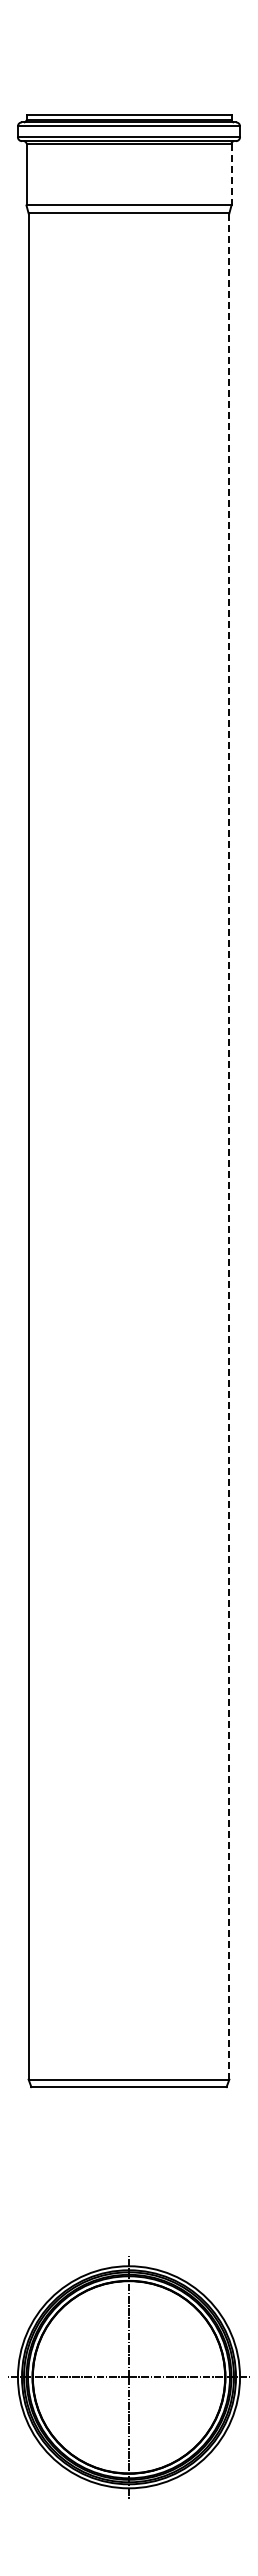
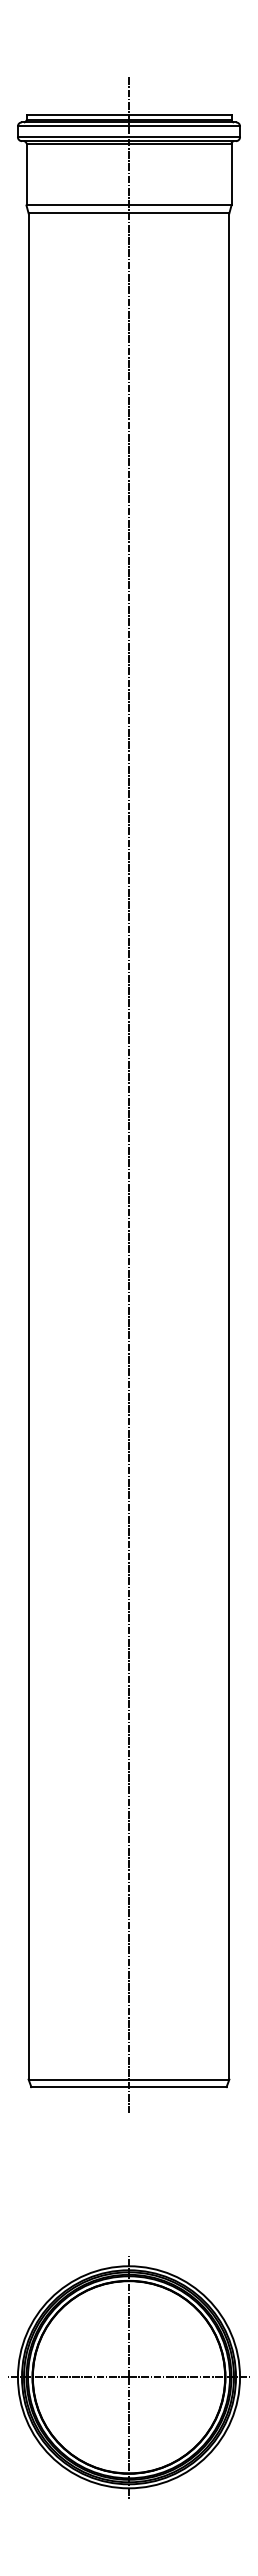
line at (231, 174): dashed -> solid
line at (129, 1095): none -> present
line at (229, 1145): dashed -> solid
